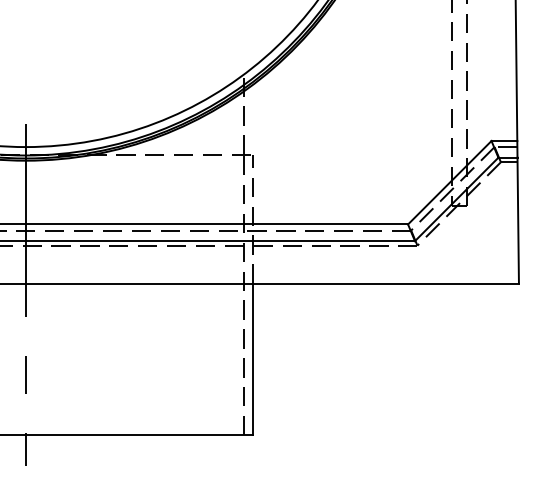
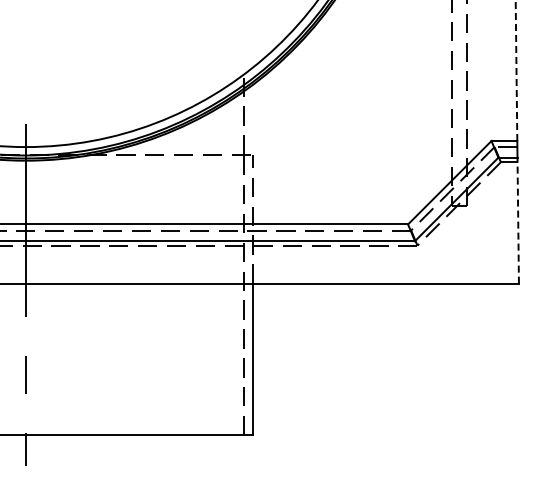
line at (516, 70): solid -> dashed
line at (518, 220): solid -> dashed
